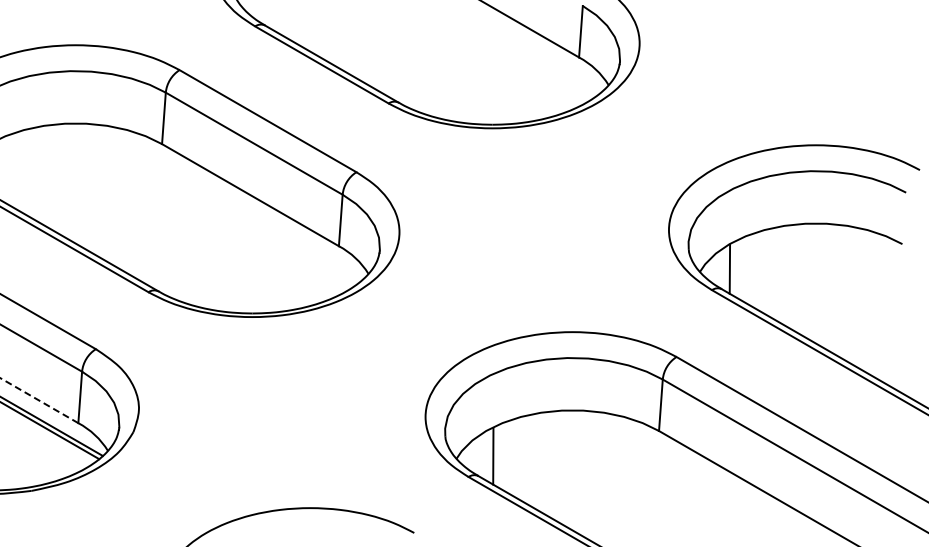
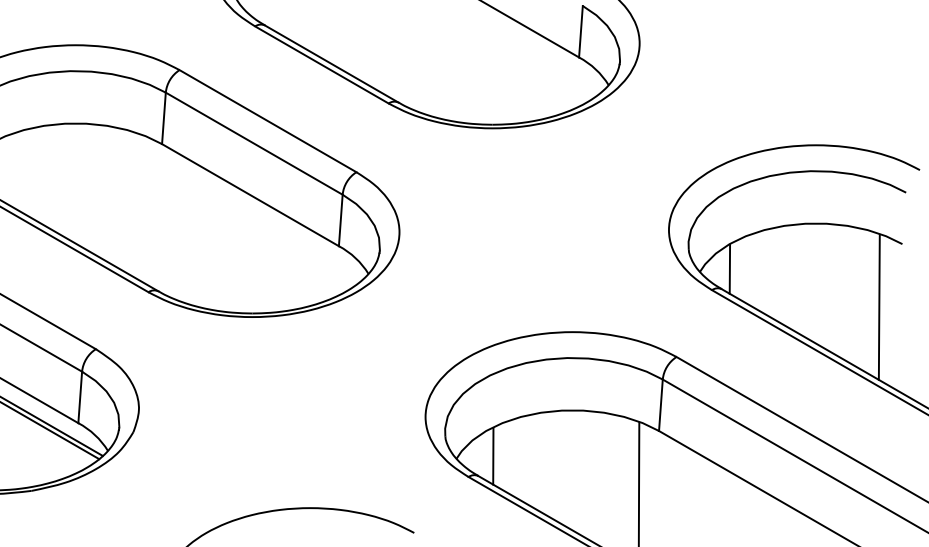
line at (878, 306): none -> present
line at (39, 400): dashed -> solid
line at (638, 482): none -> present
